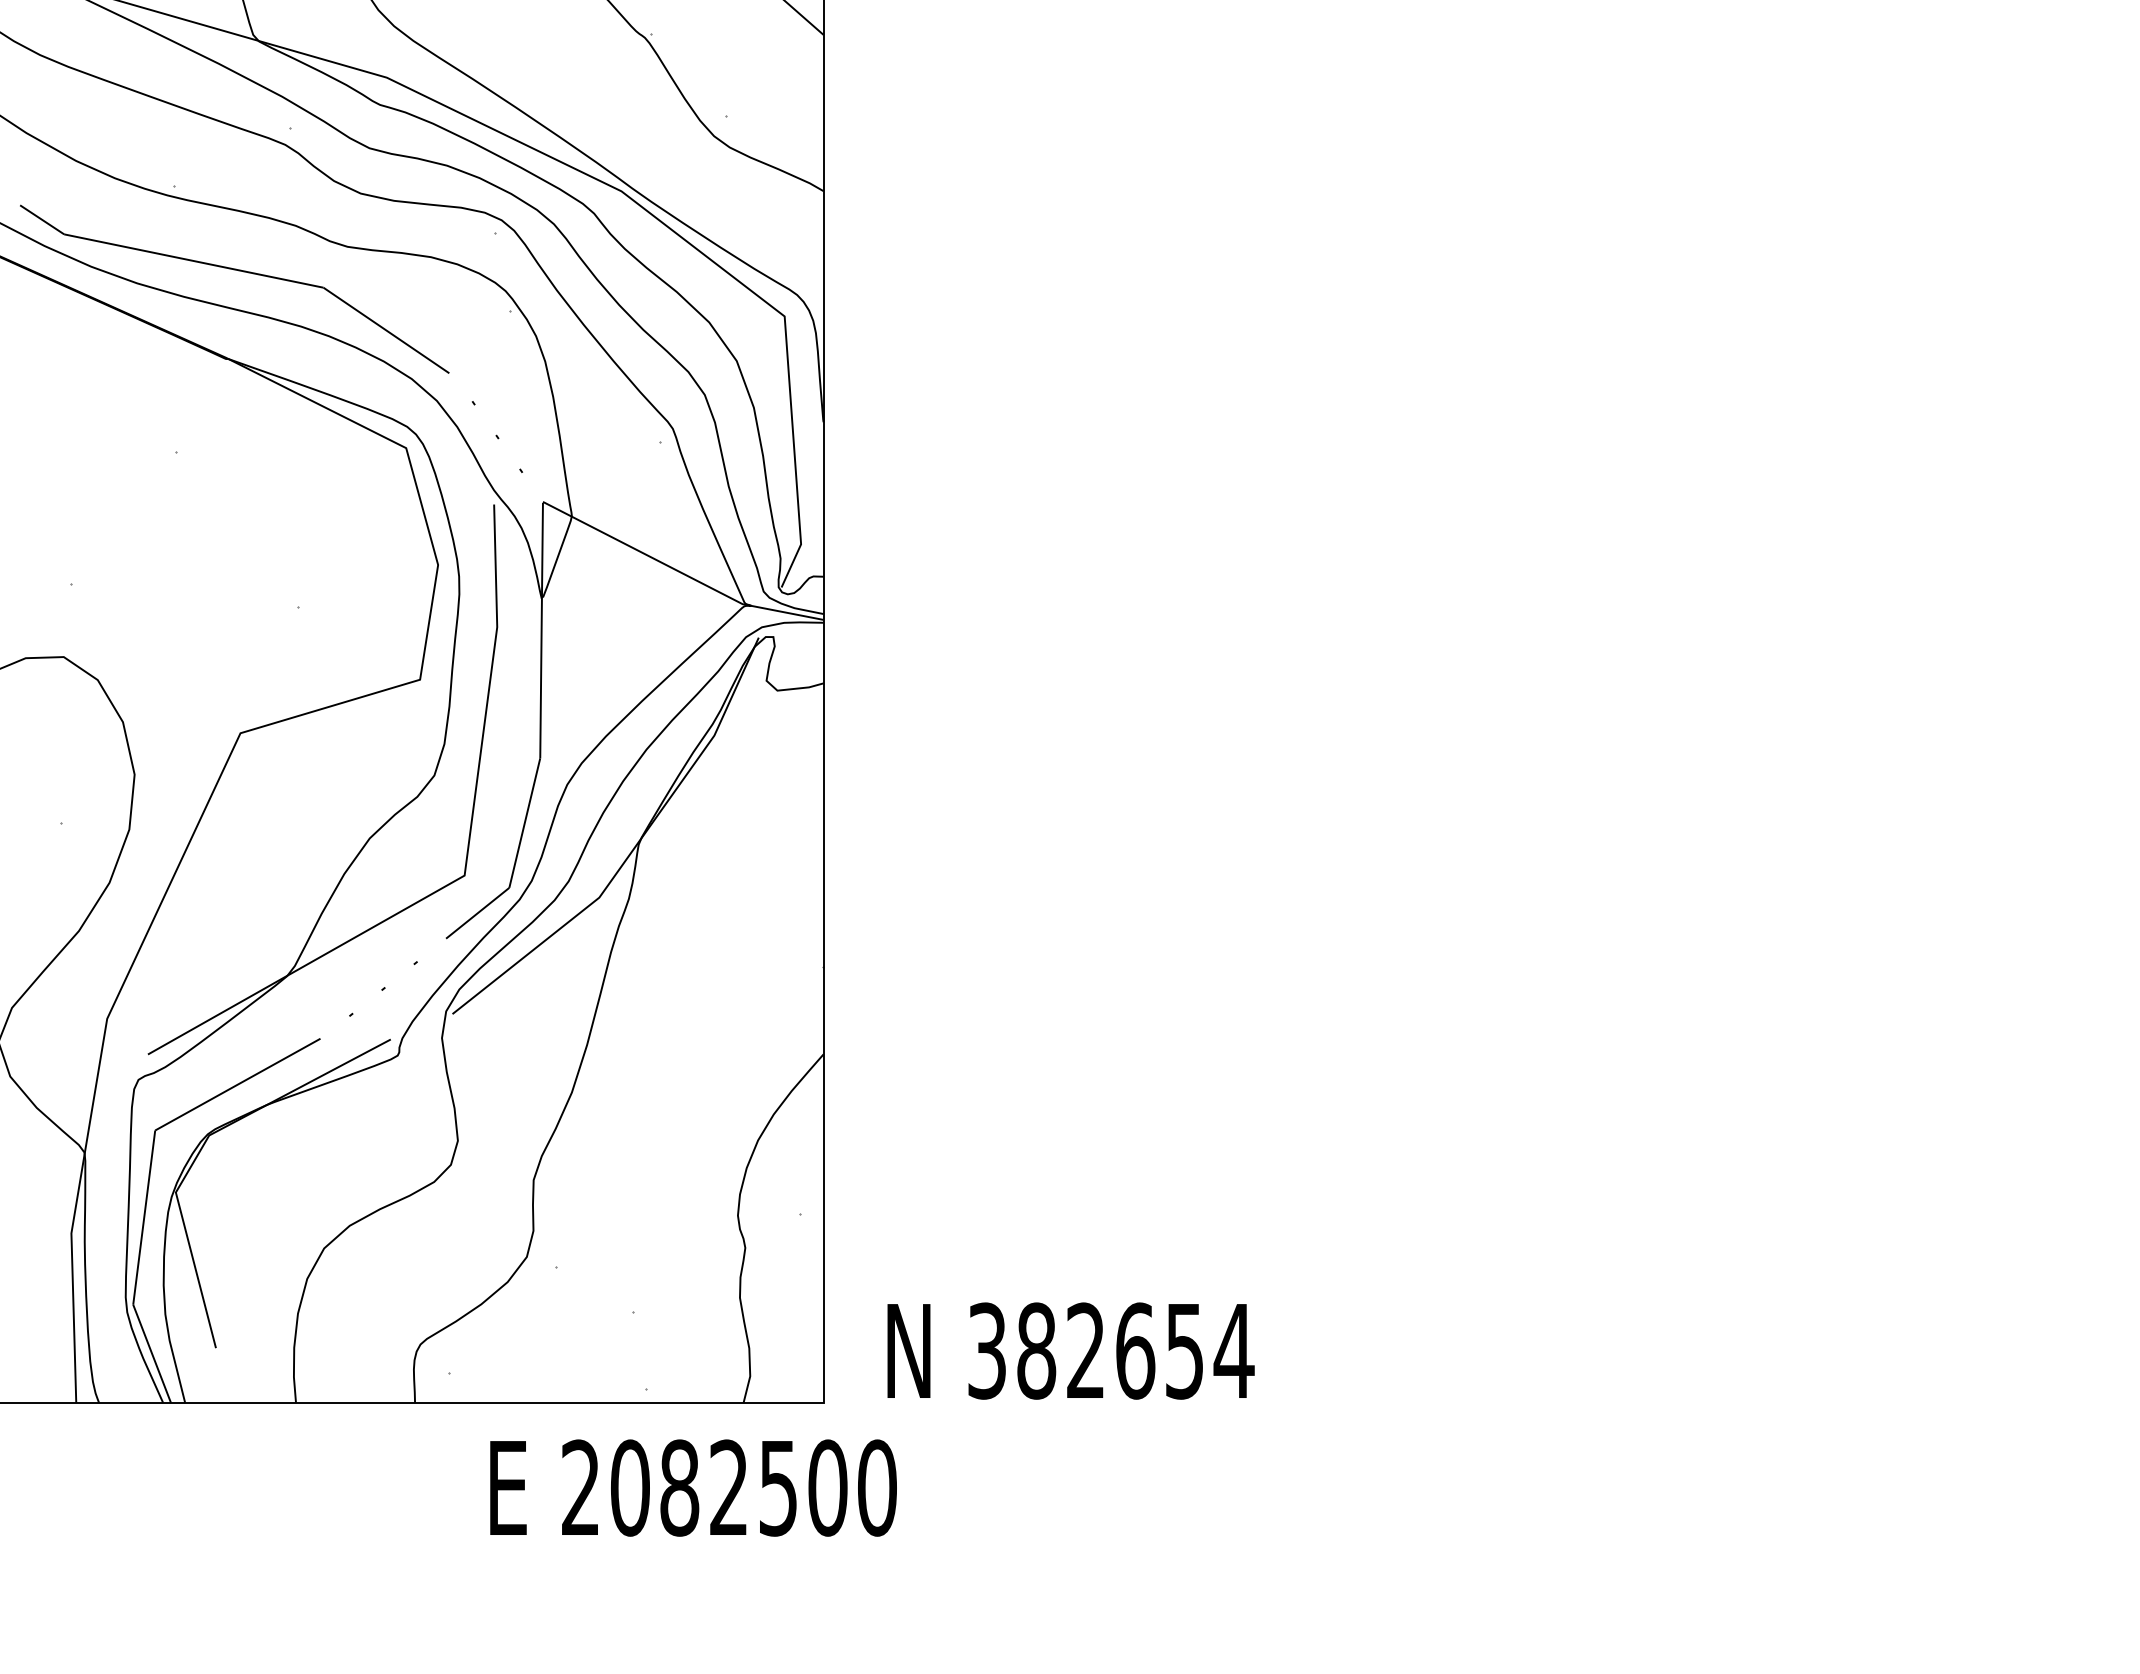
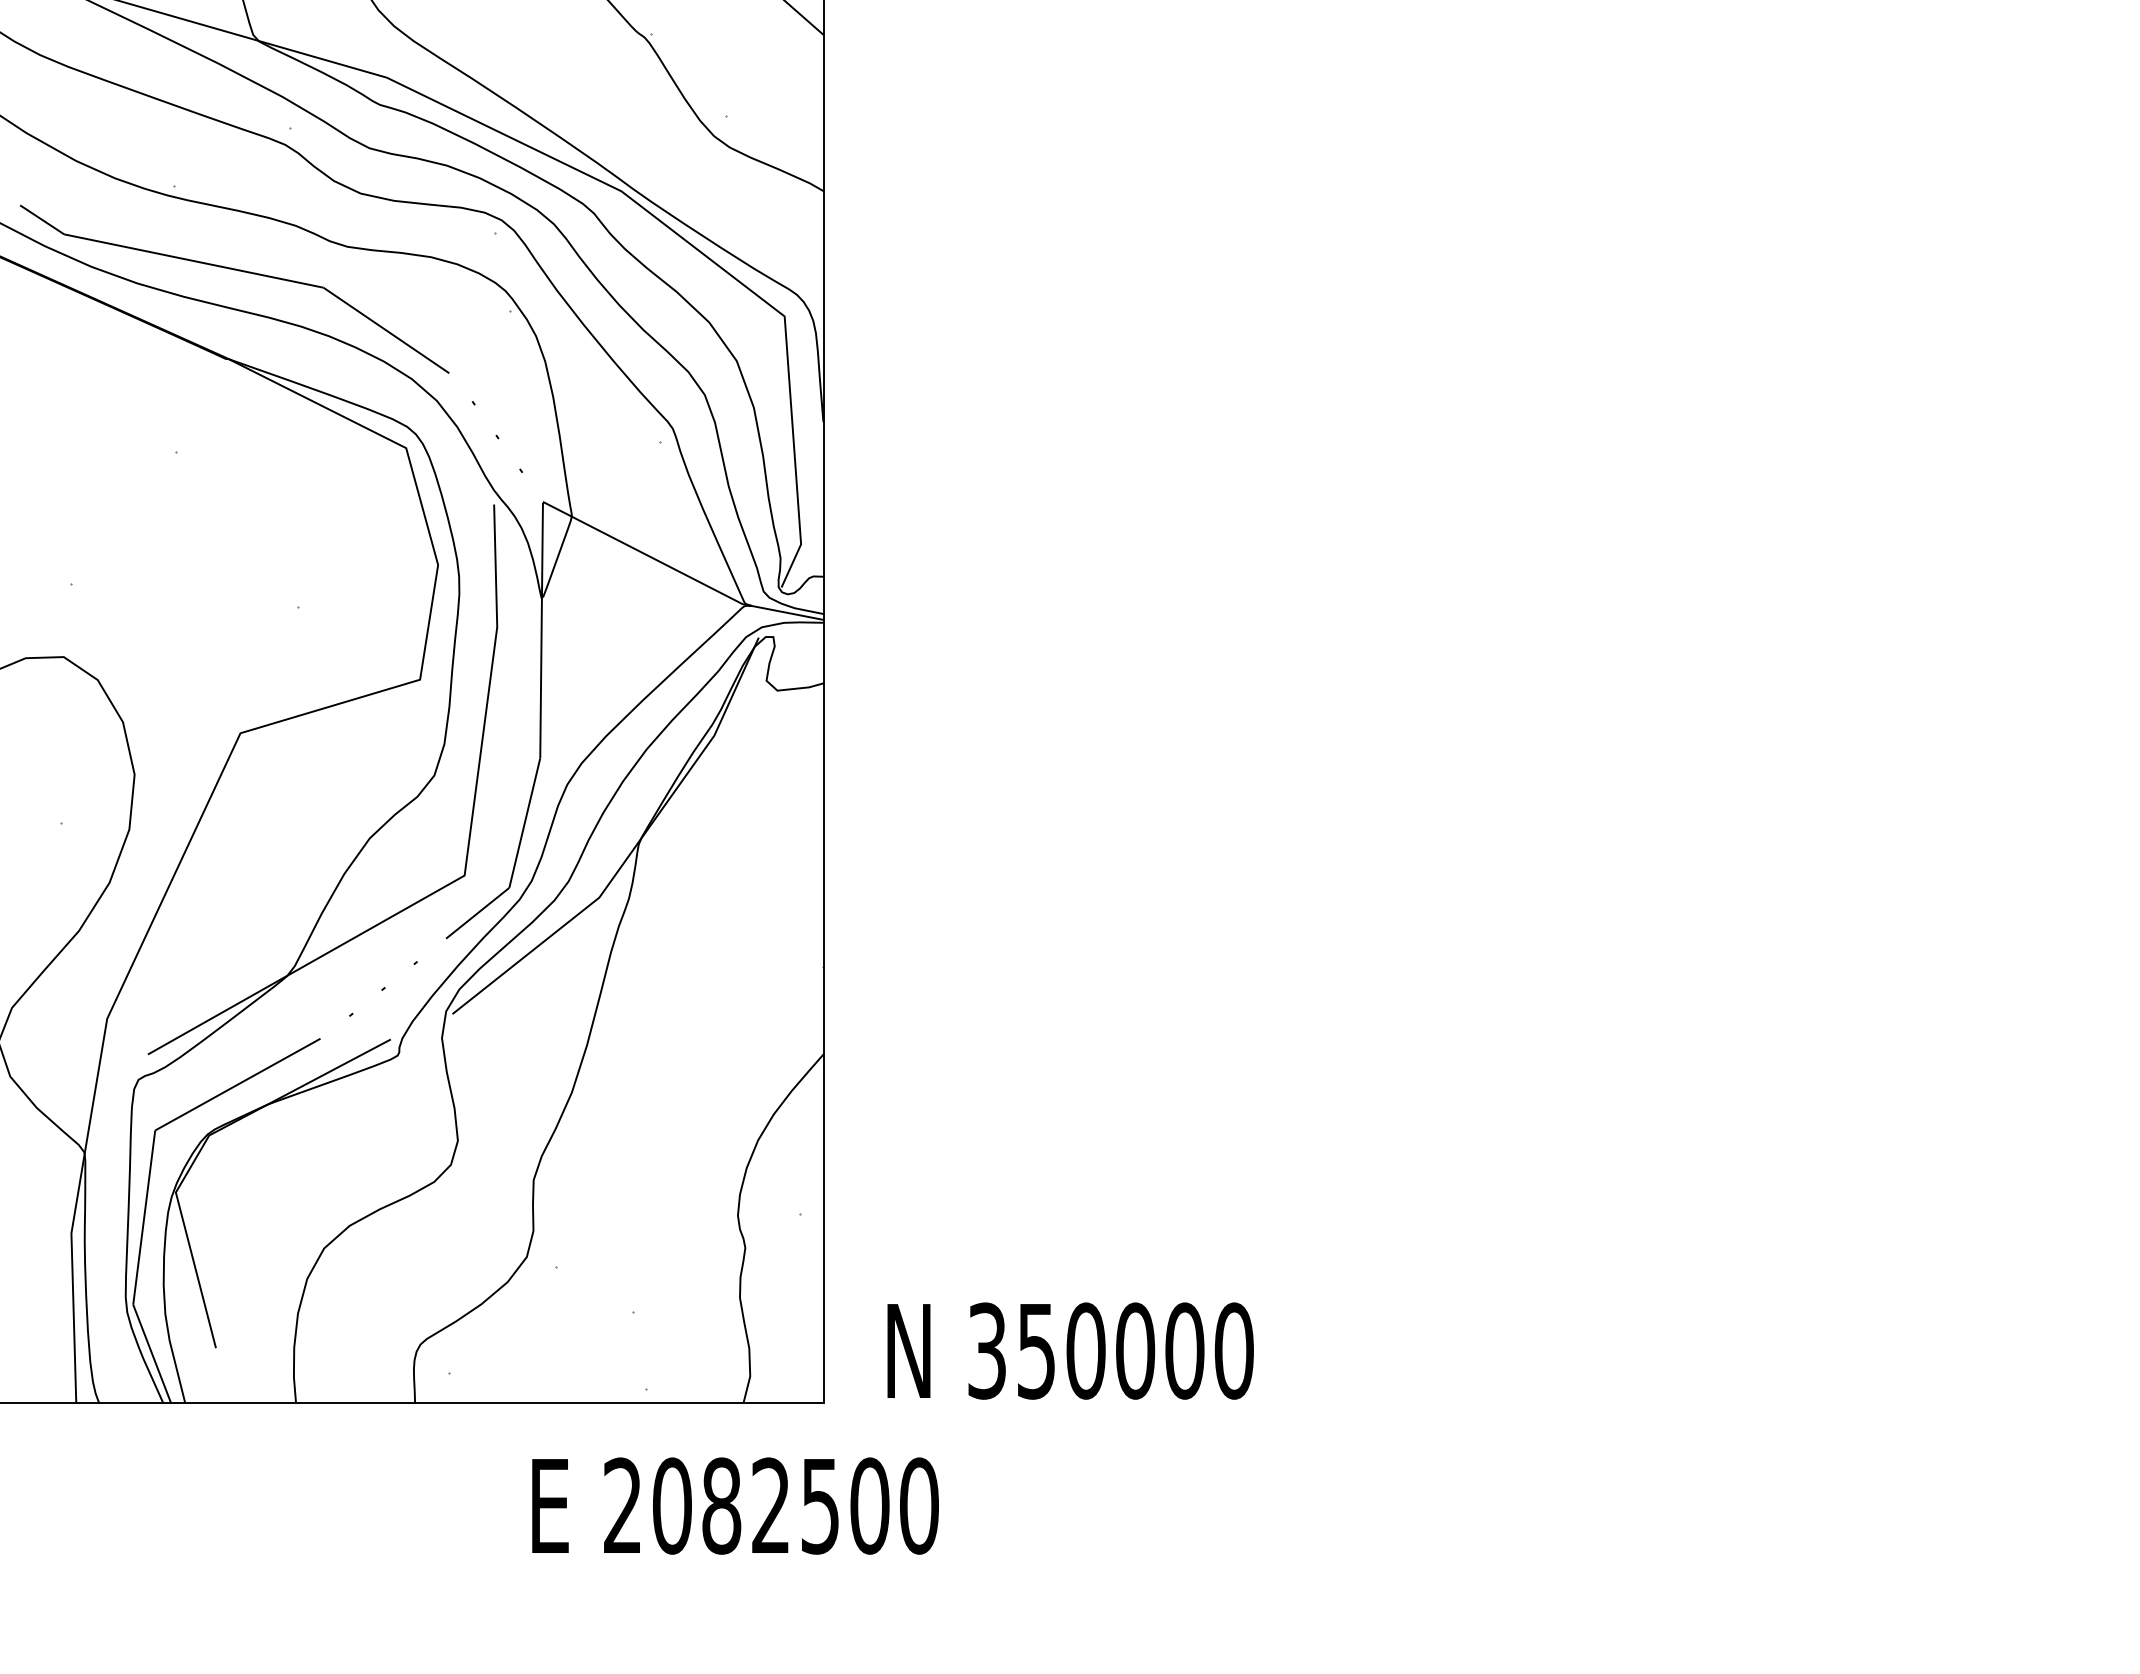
text at (1135, 1350): 382654 -> 350000
text at (693, 1487) position: (693, 1487) -> (735, 1505)
